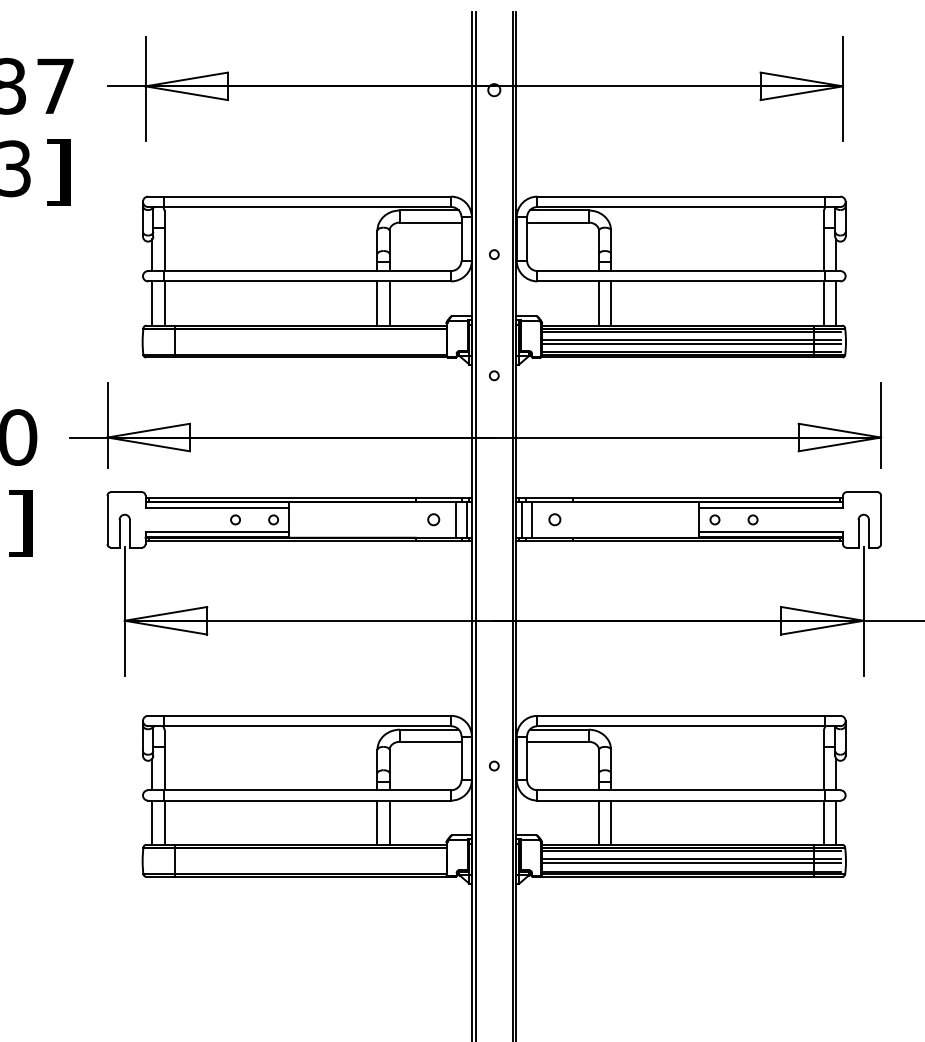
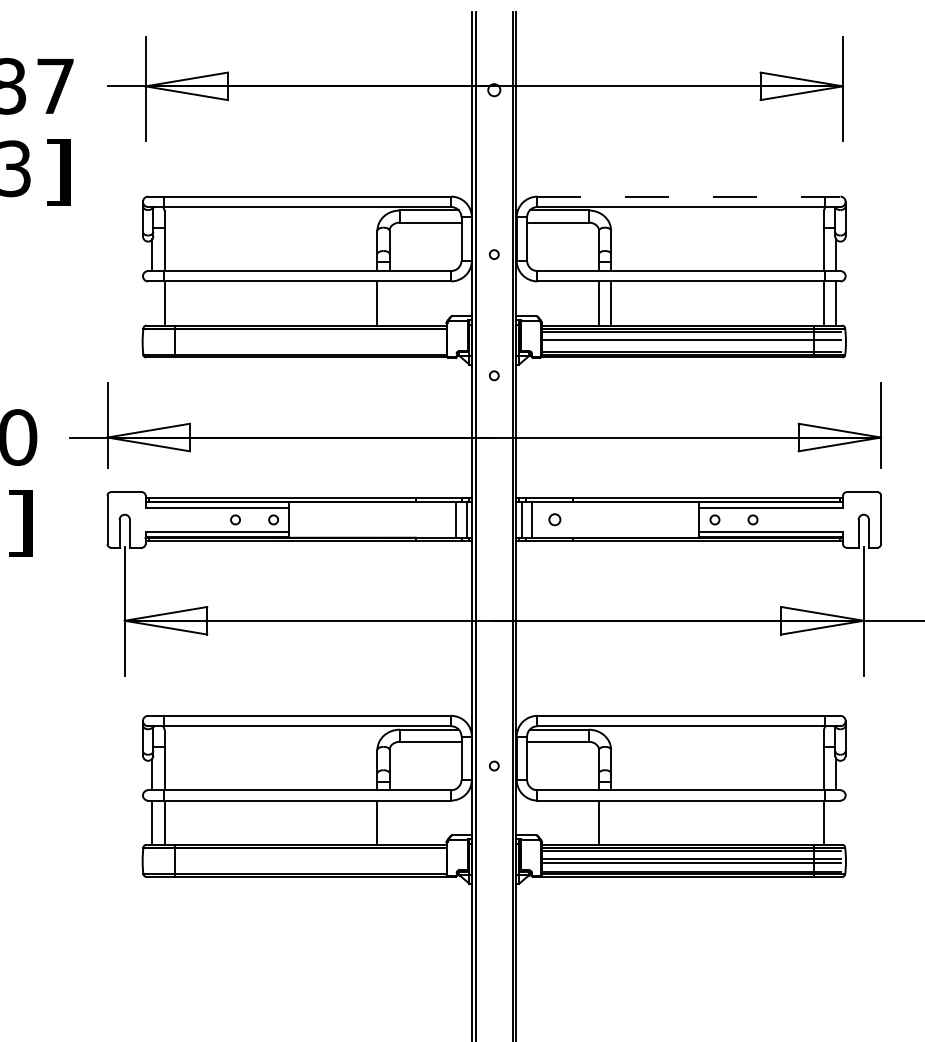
line at (689, 196): solid -> dashed
line at (152, 303): present -> none
line at (389, 303): present -> none
line at (691, 343): present -> none
circle at (433, 519): present -> none
line at (389, 822): present -> none
line at (611, 822): present -> none
line at (836, 822): present -> none
